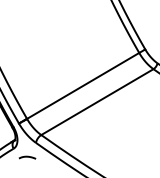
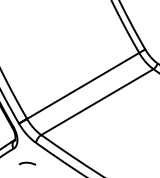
curve at (27, 157) position: (27, 157) -> (27, 163)
